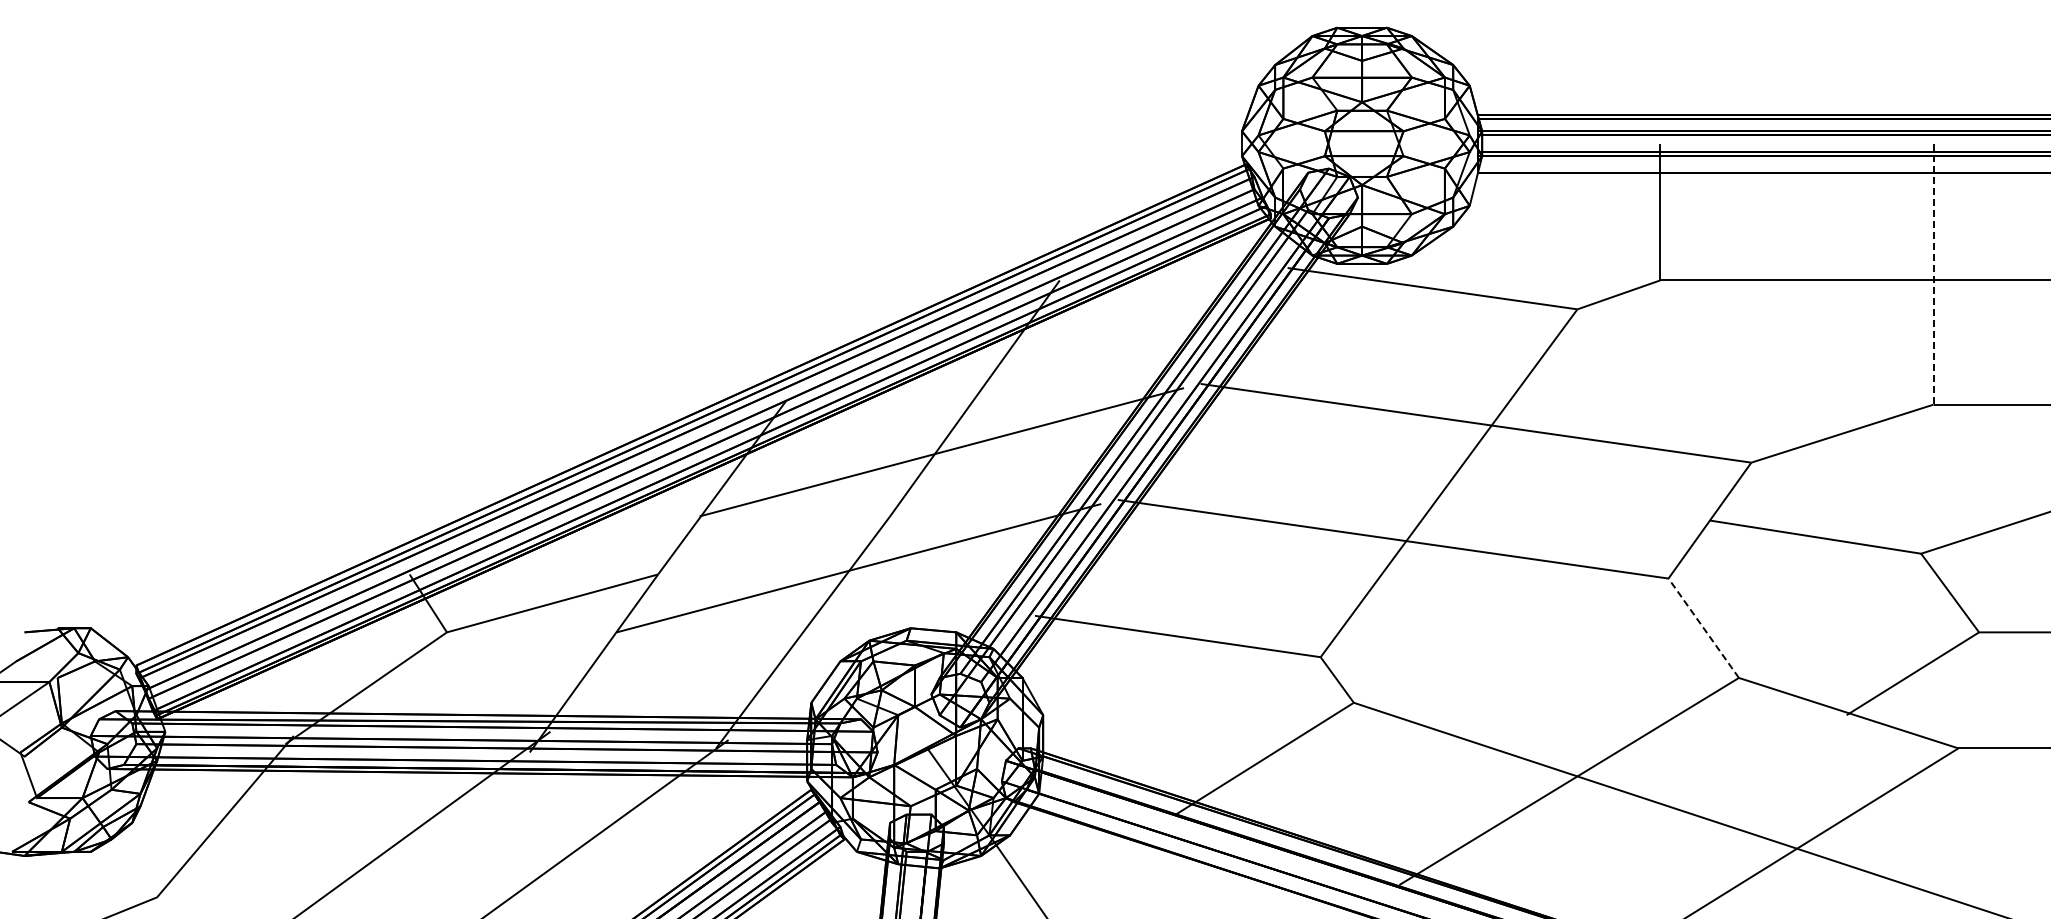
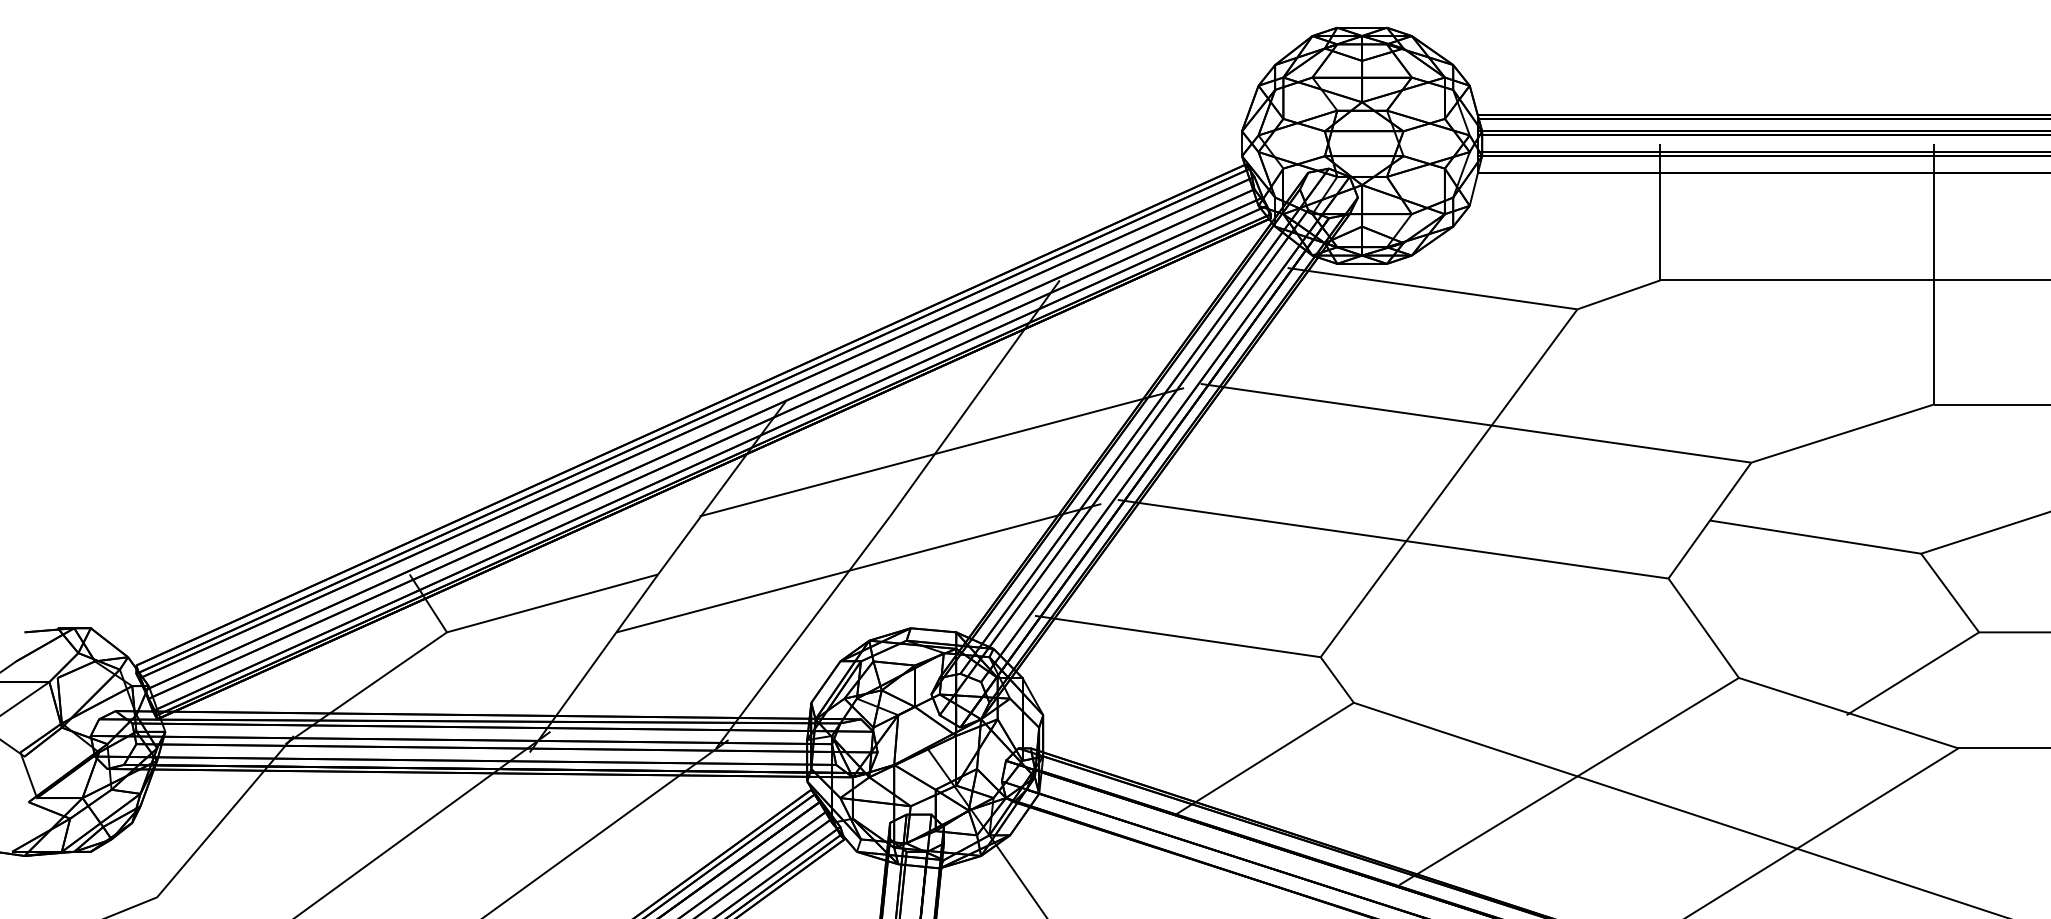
line at (1933, 274): dashed -> solid
line at (1703, 628): dashed -> solid
